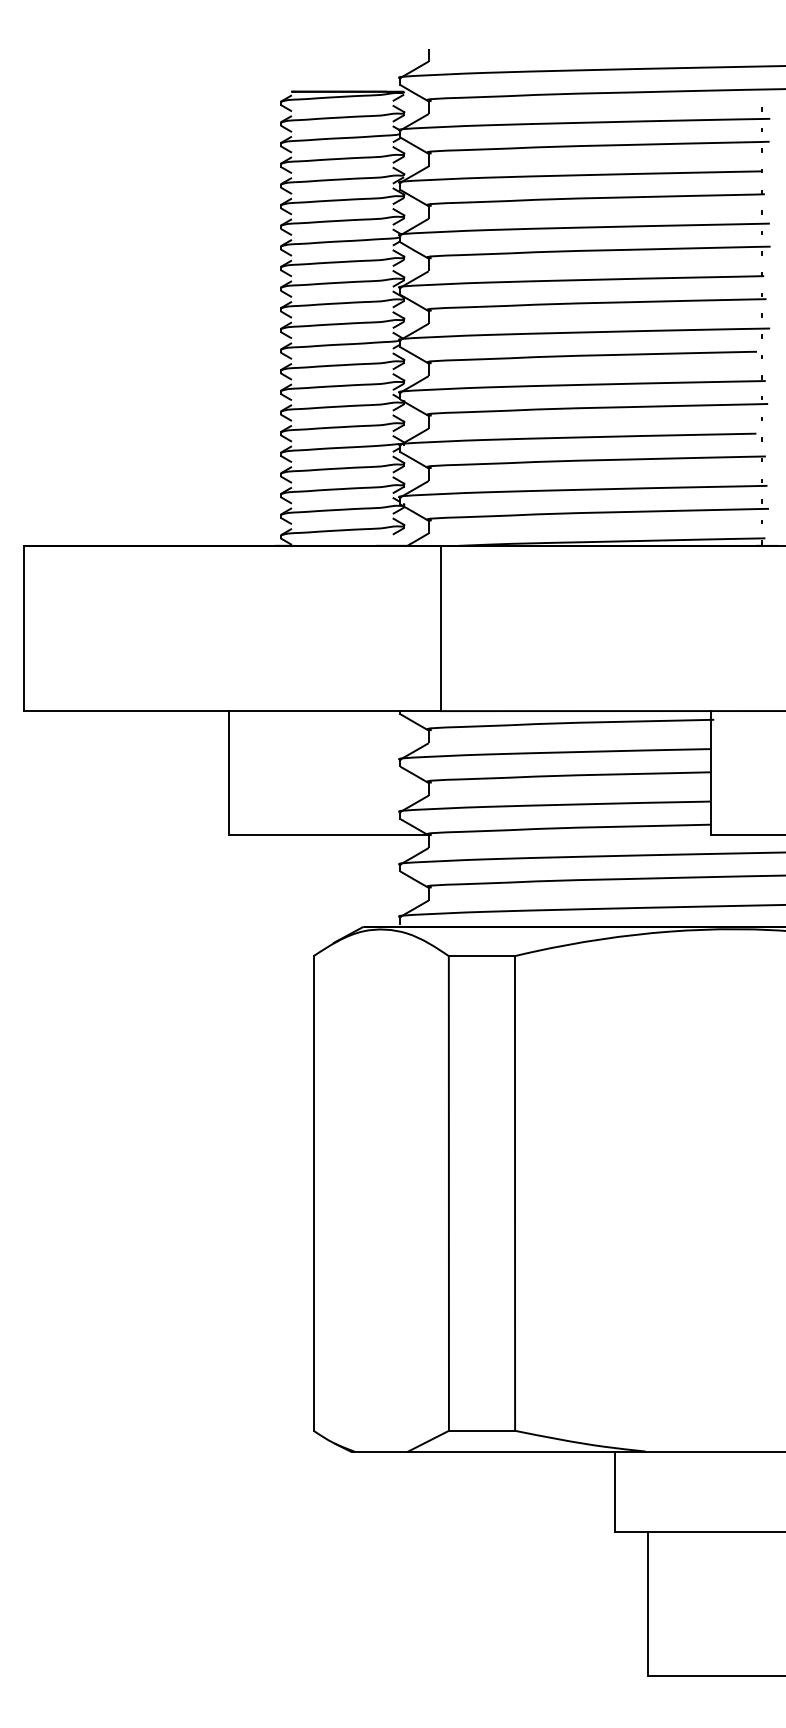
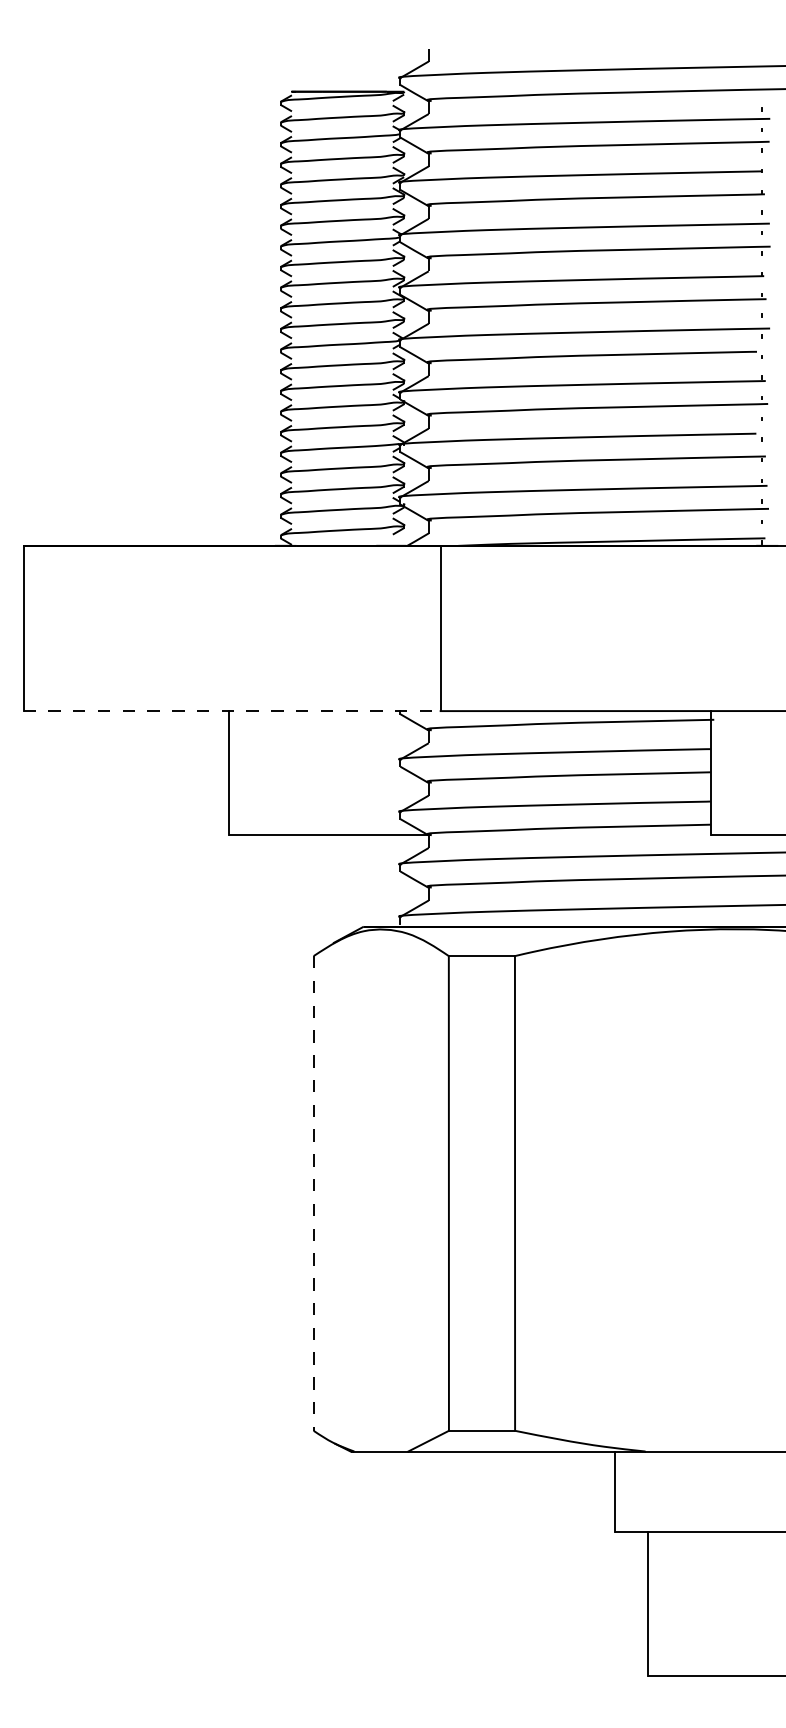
line at (232, 711): solid -> dashed
line at (313, 1193): solid -> dashed
